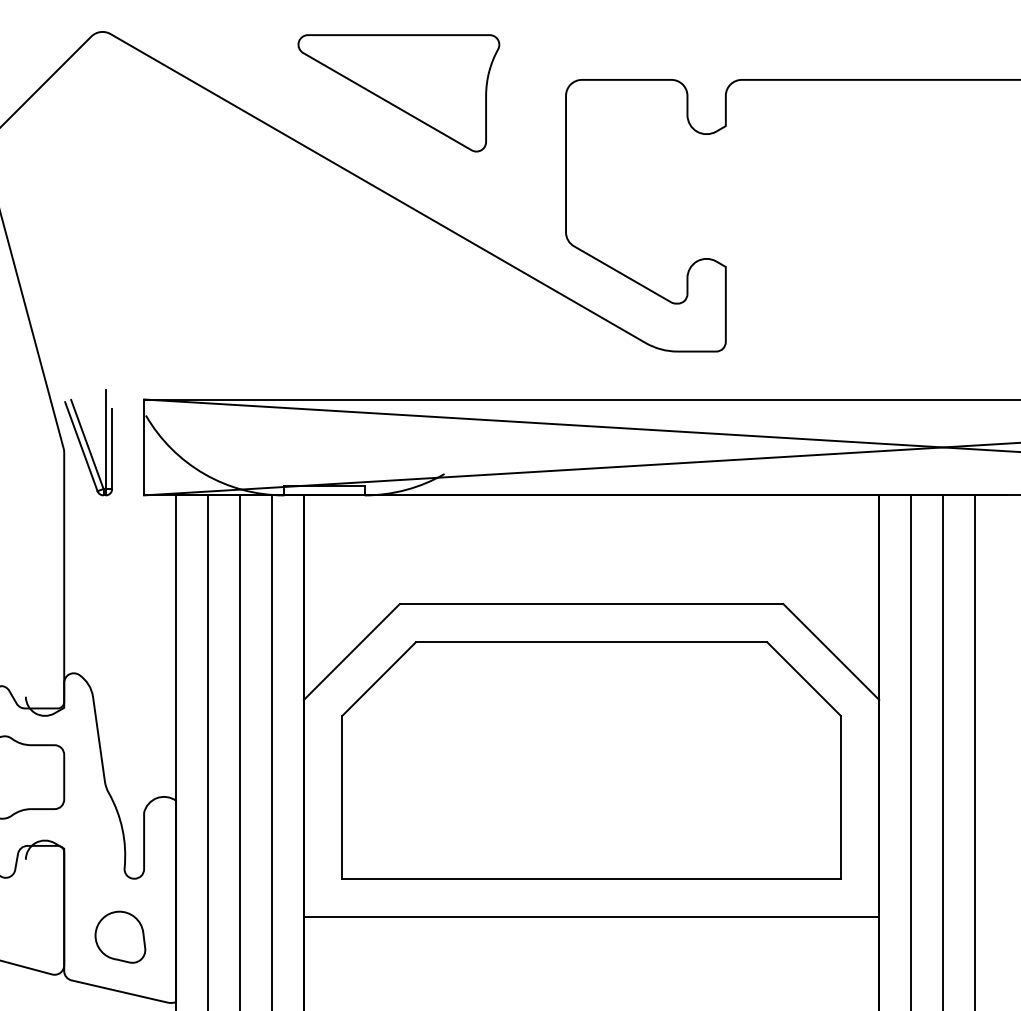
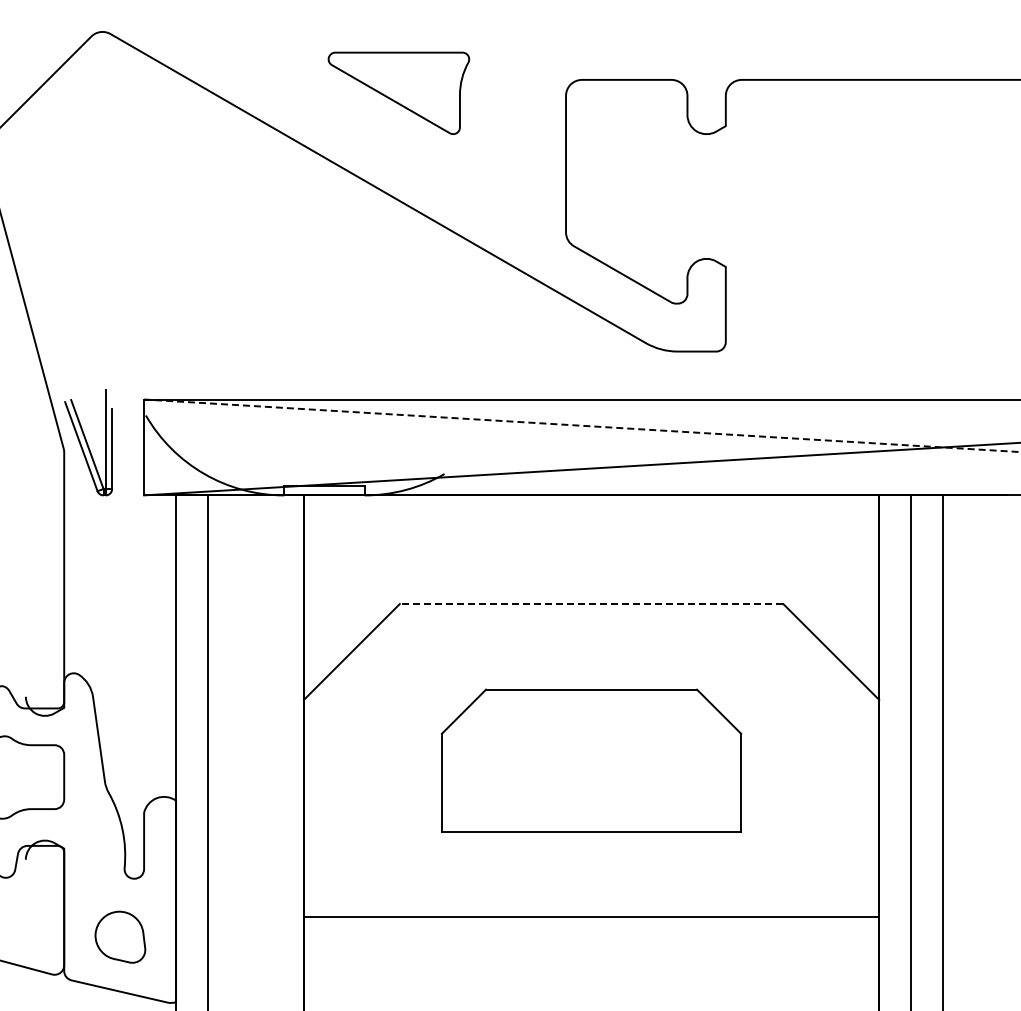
part at (398, 93) size: 204x119 px -> 144x84 px
line at (582, 425): solid -> dashed
line at (591, 604): solid -> dashed
line at (240, 751): present -> none
line at (271, 751): present -> none
line at (975, 751): present -> none
part at (591, 760) size: 501x239 px -> 303x145 px
